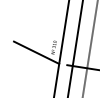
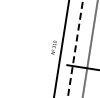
line at (75, 49): solid -> dashed
line at (36, 52): present -> none
